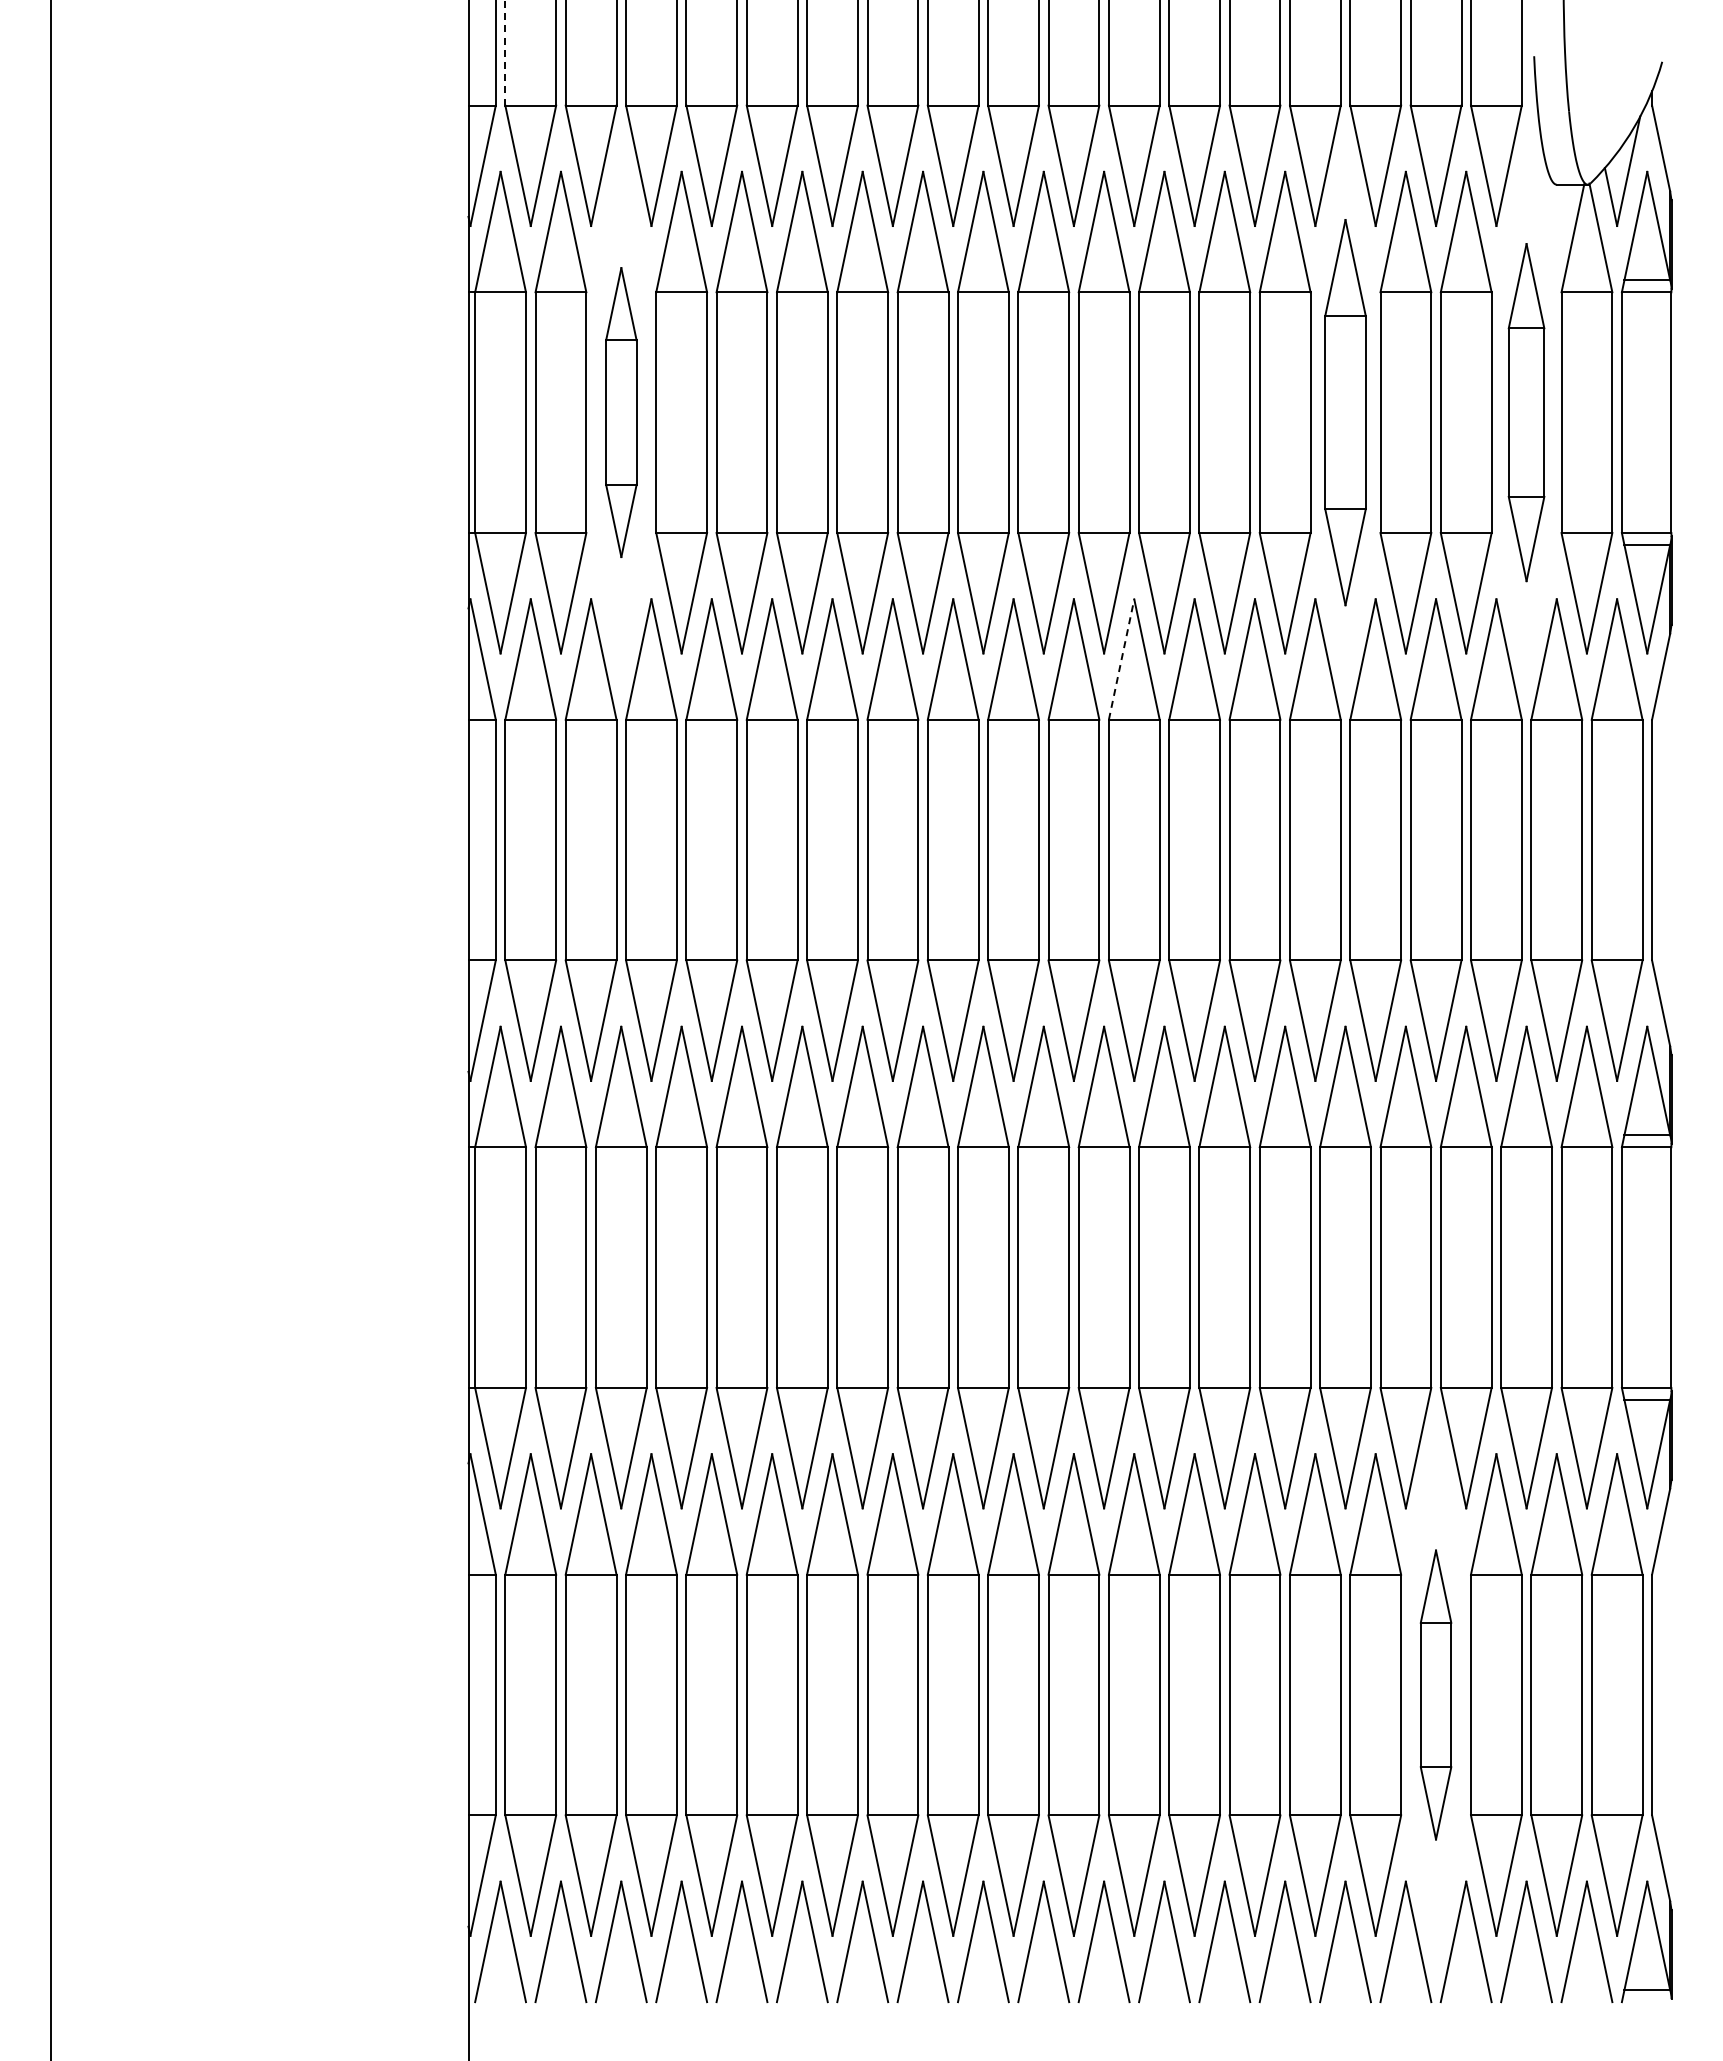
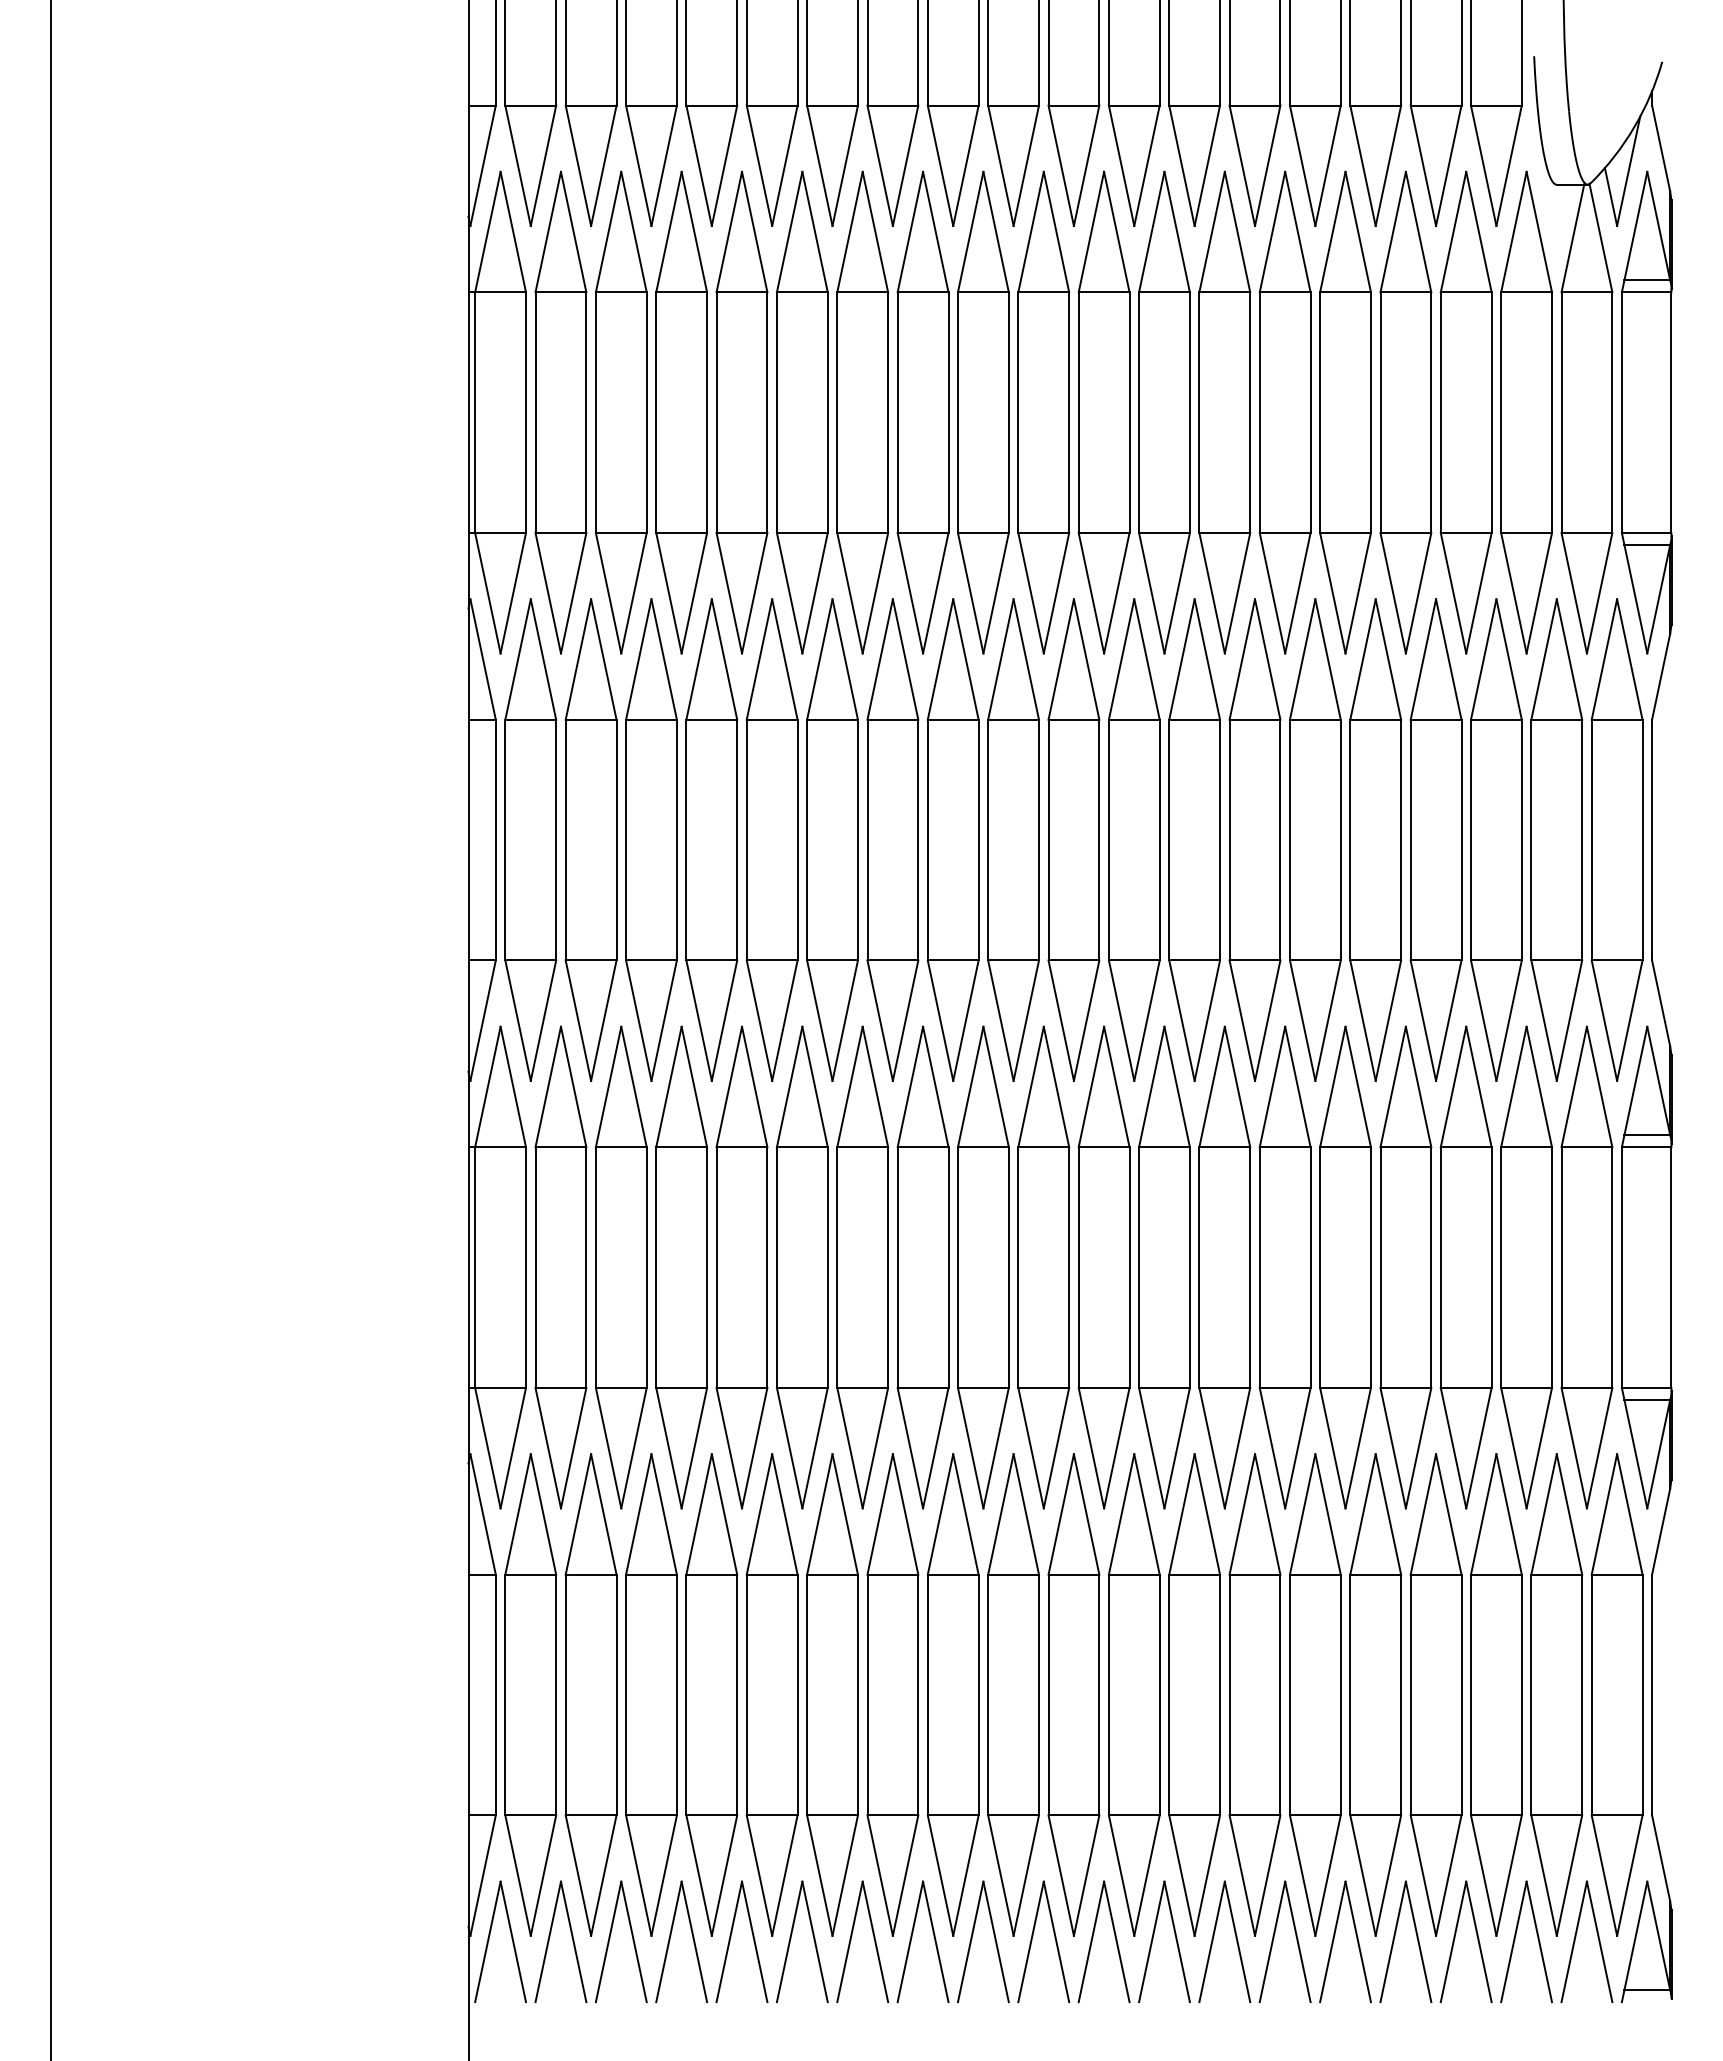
line at (505, 52): dashed -> solid
part at (621, 412) size: 33x291 px -> 53x485 px
part at (1345, 412) size: 43x388 px -> 53x485 px
part at (1526, 412) size: 39x340 px -> 53x485 px
line at (1121, 659): dashed -> solid
part at (1435, 1694) size: 34x292 px -> 54x484 px
